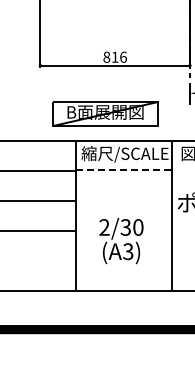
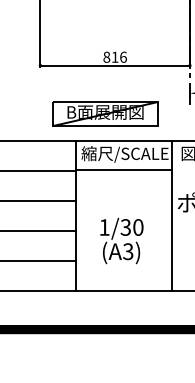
line at (124, 169): dashed -> solid
text at (104, 227): 2/30 -> 1/30
line at (38, 260): none -> present
